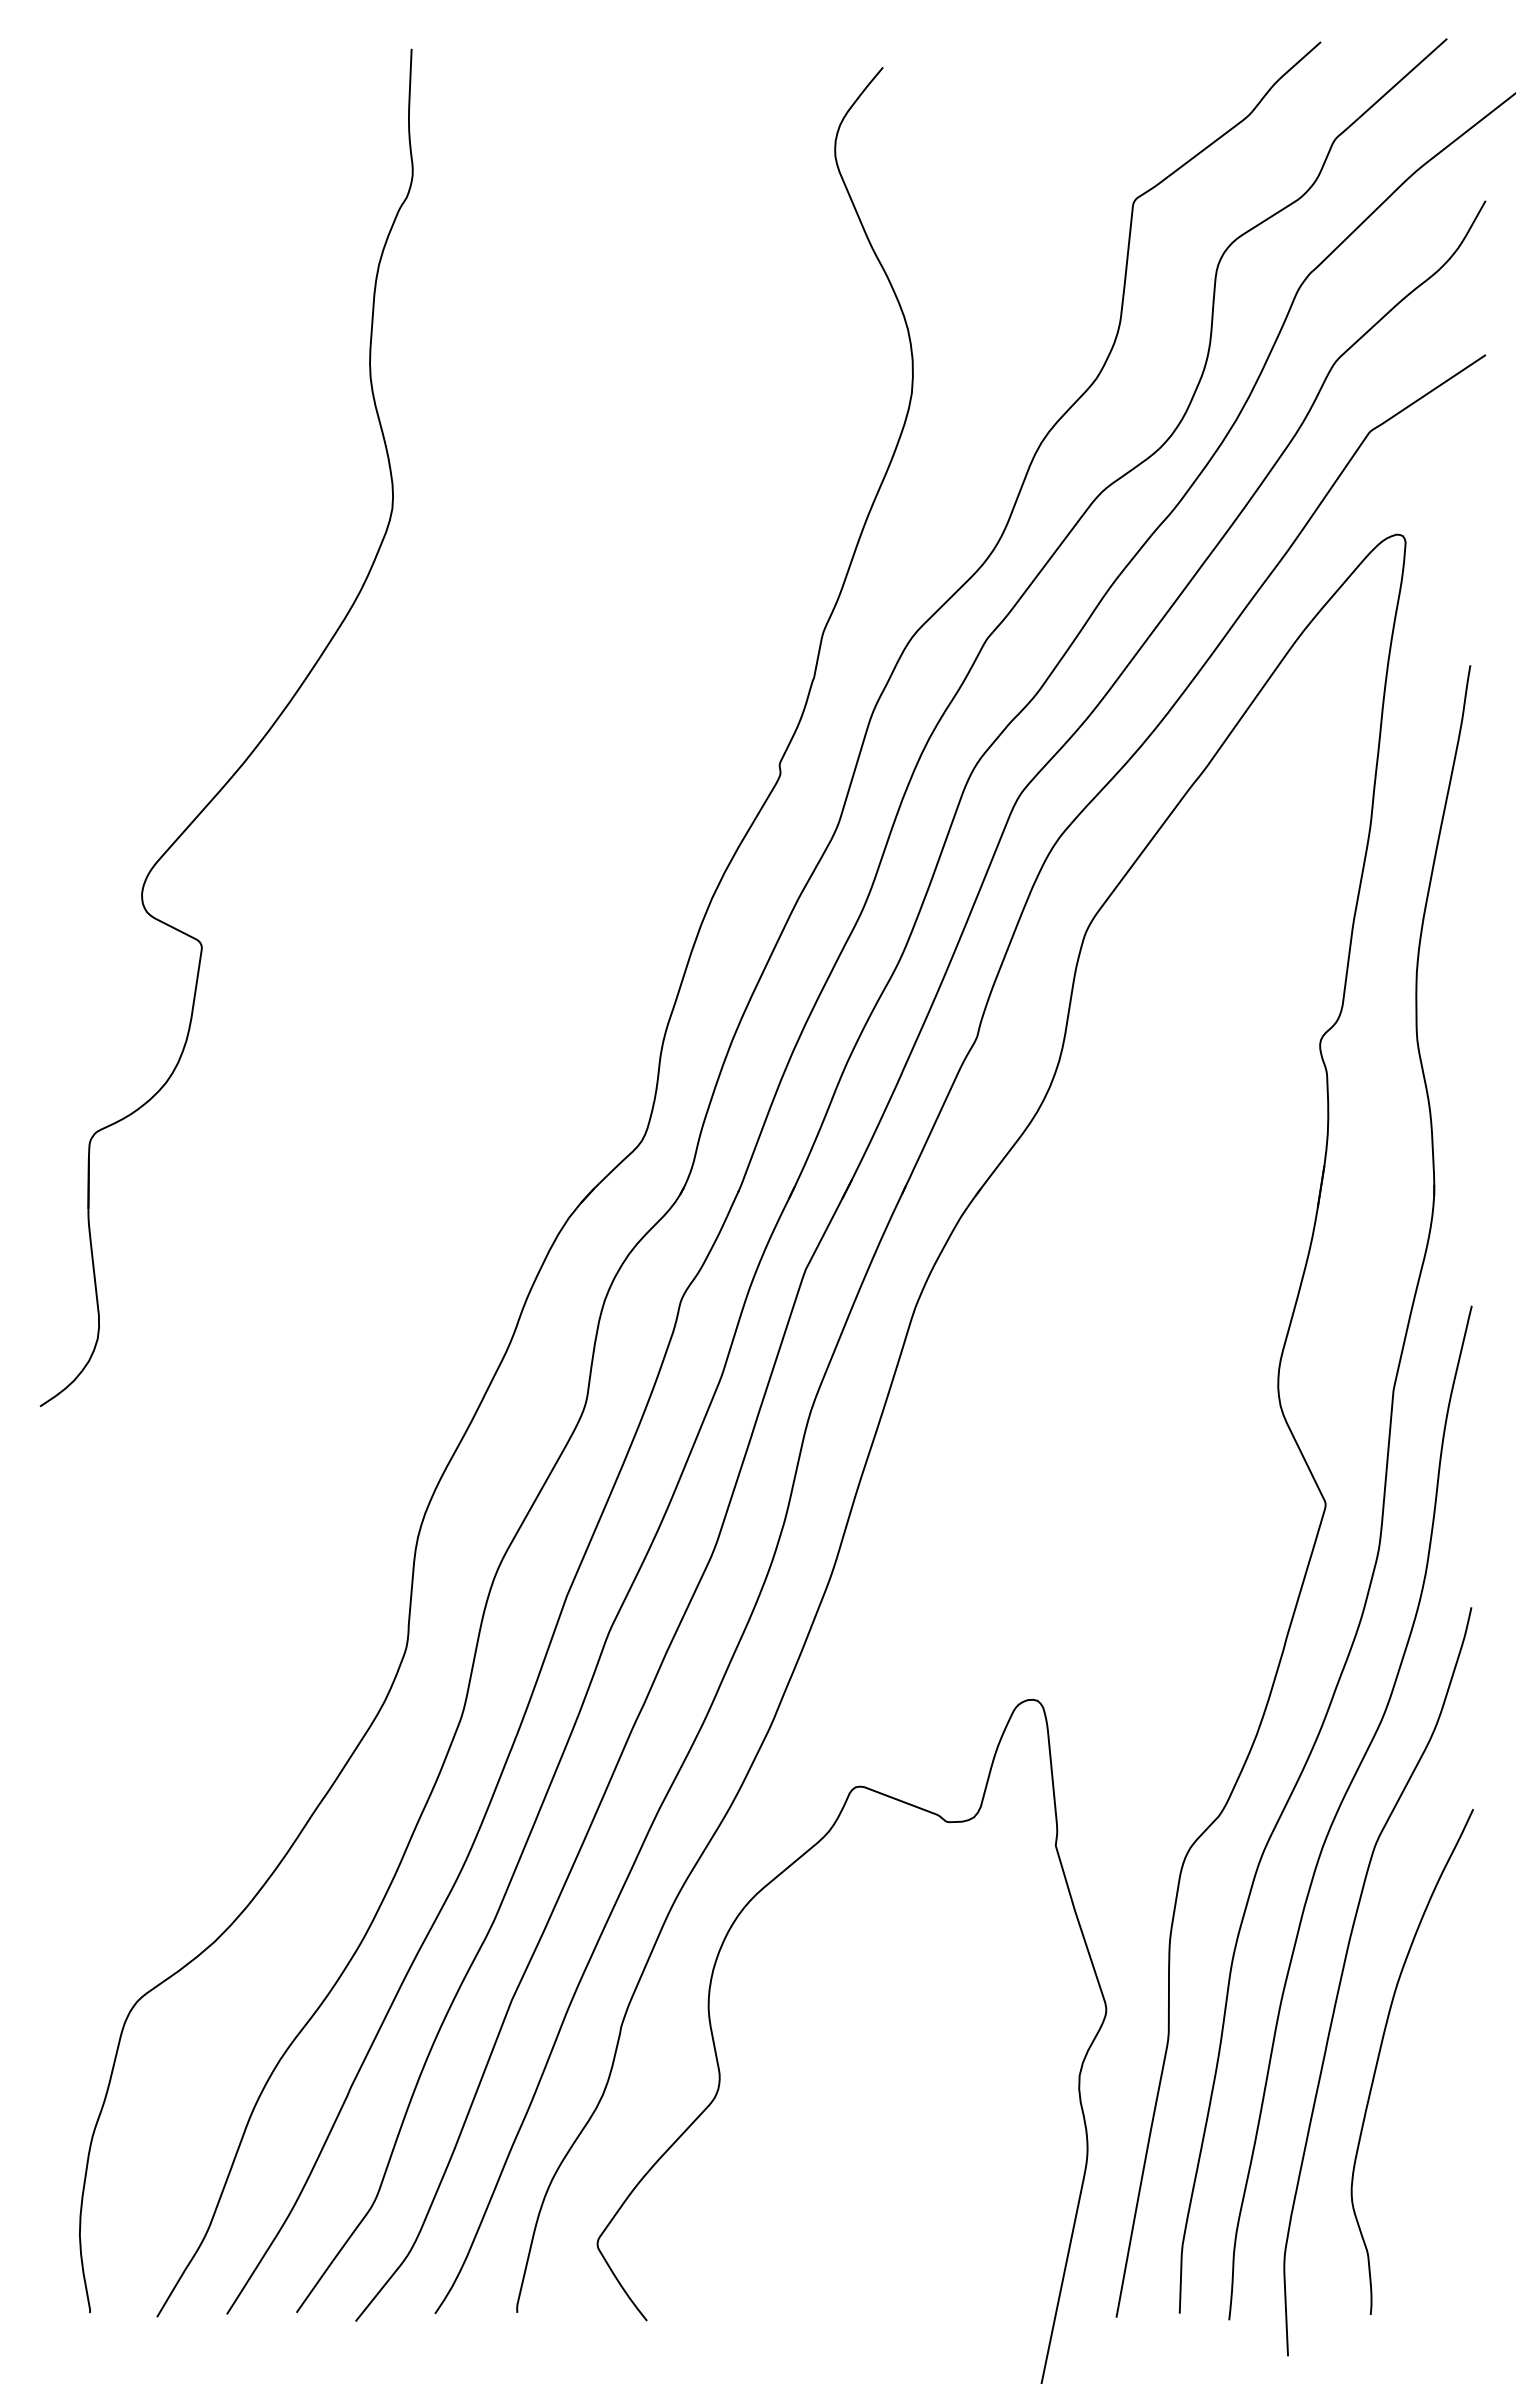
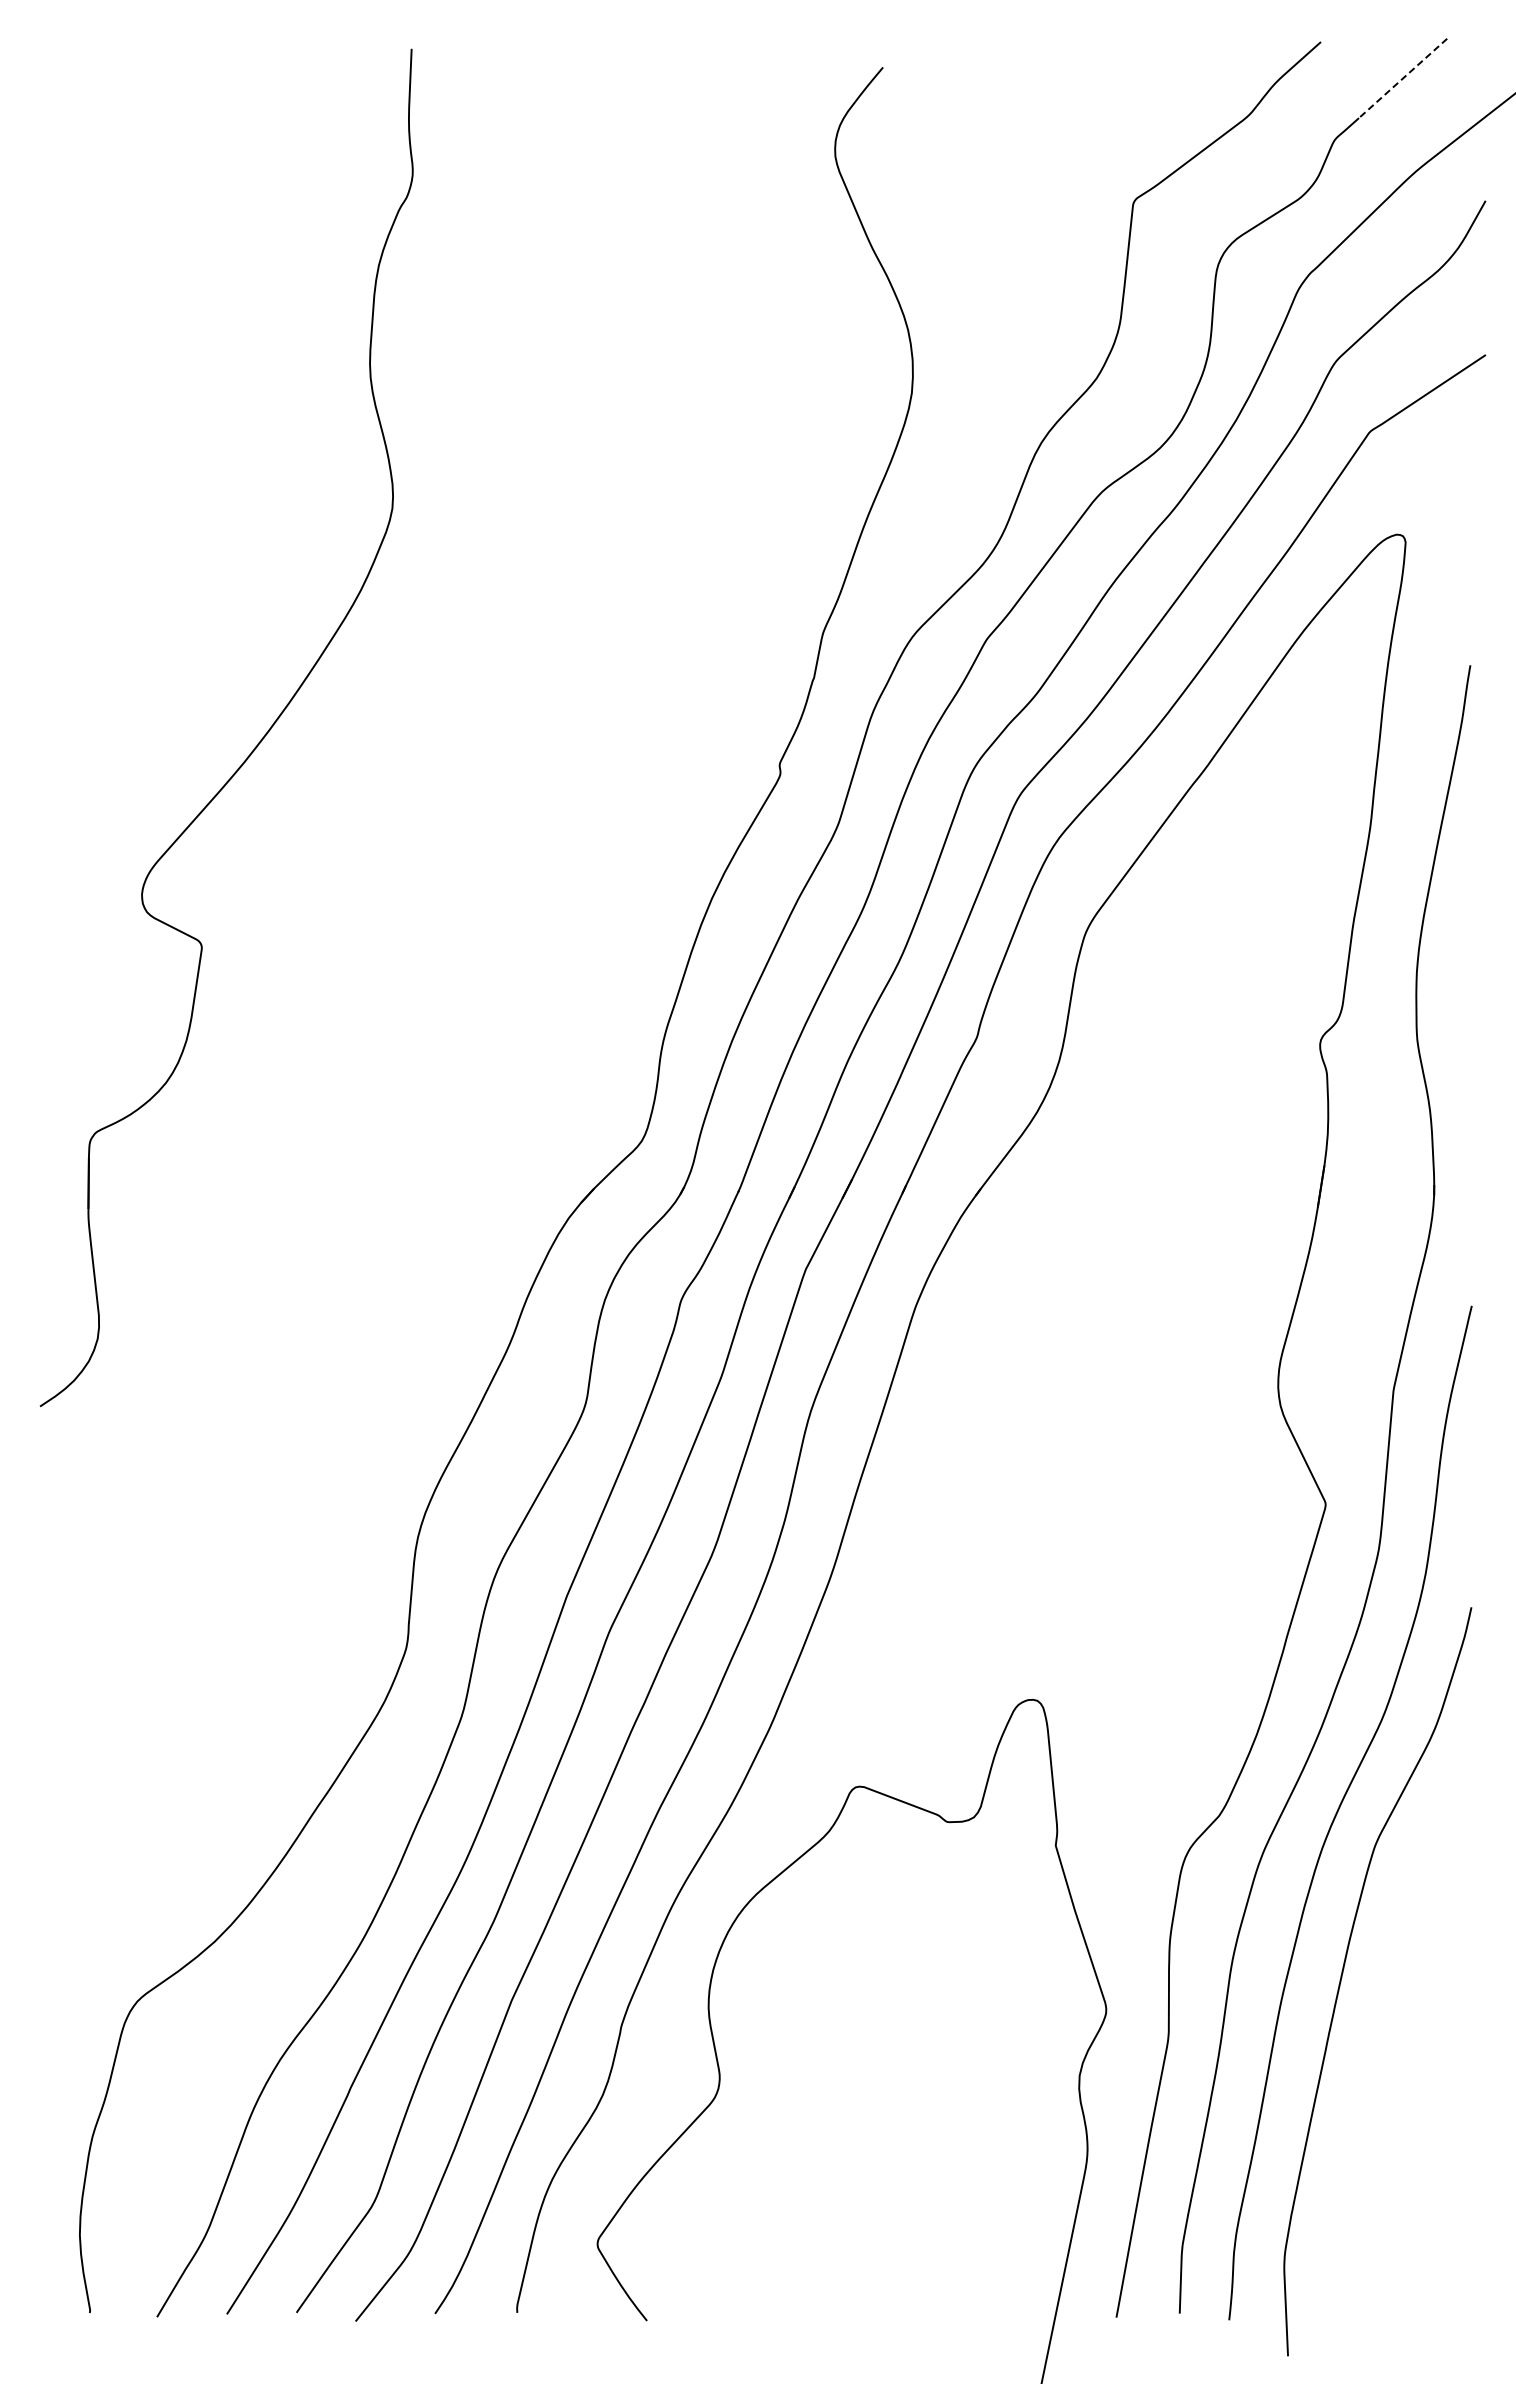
line at (1402, 78): solid -> dashed
curve at (1380, 2053): present -> none
